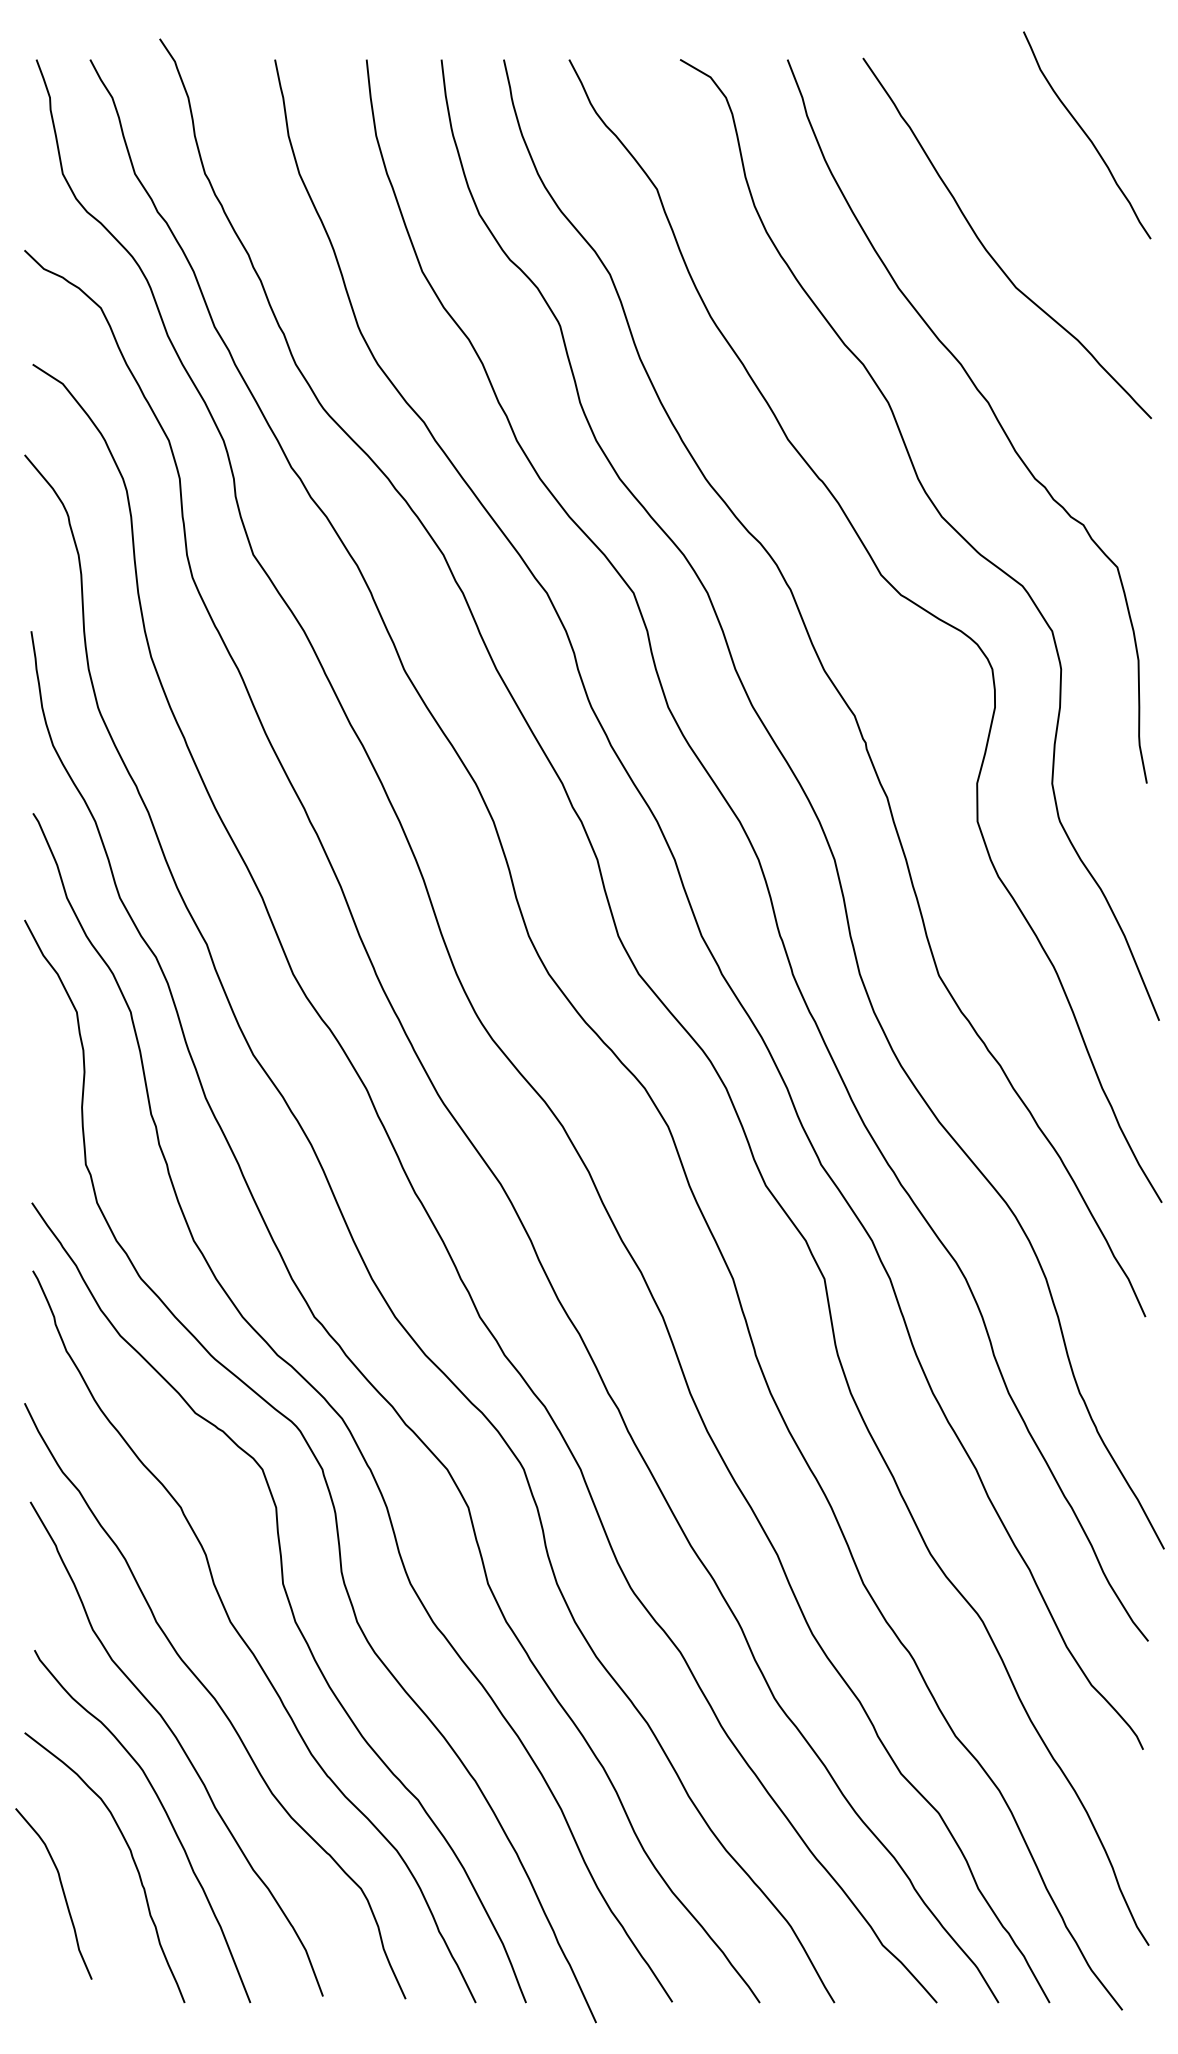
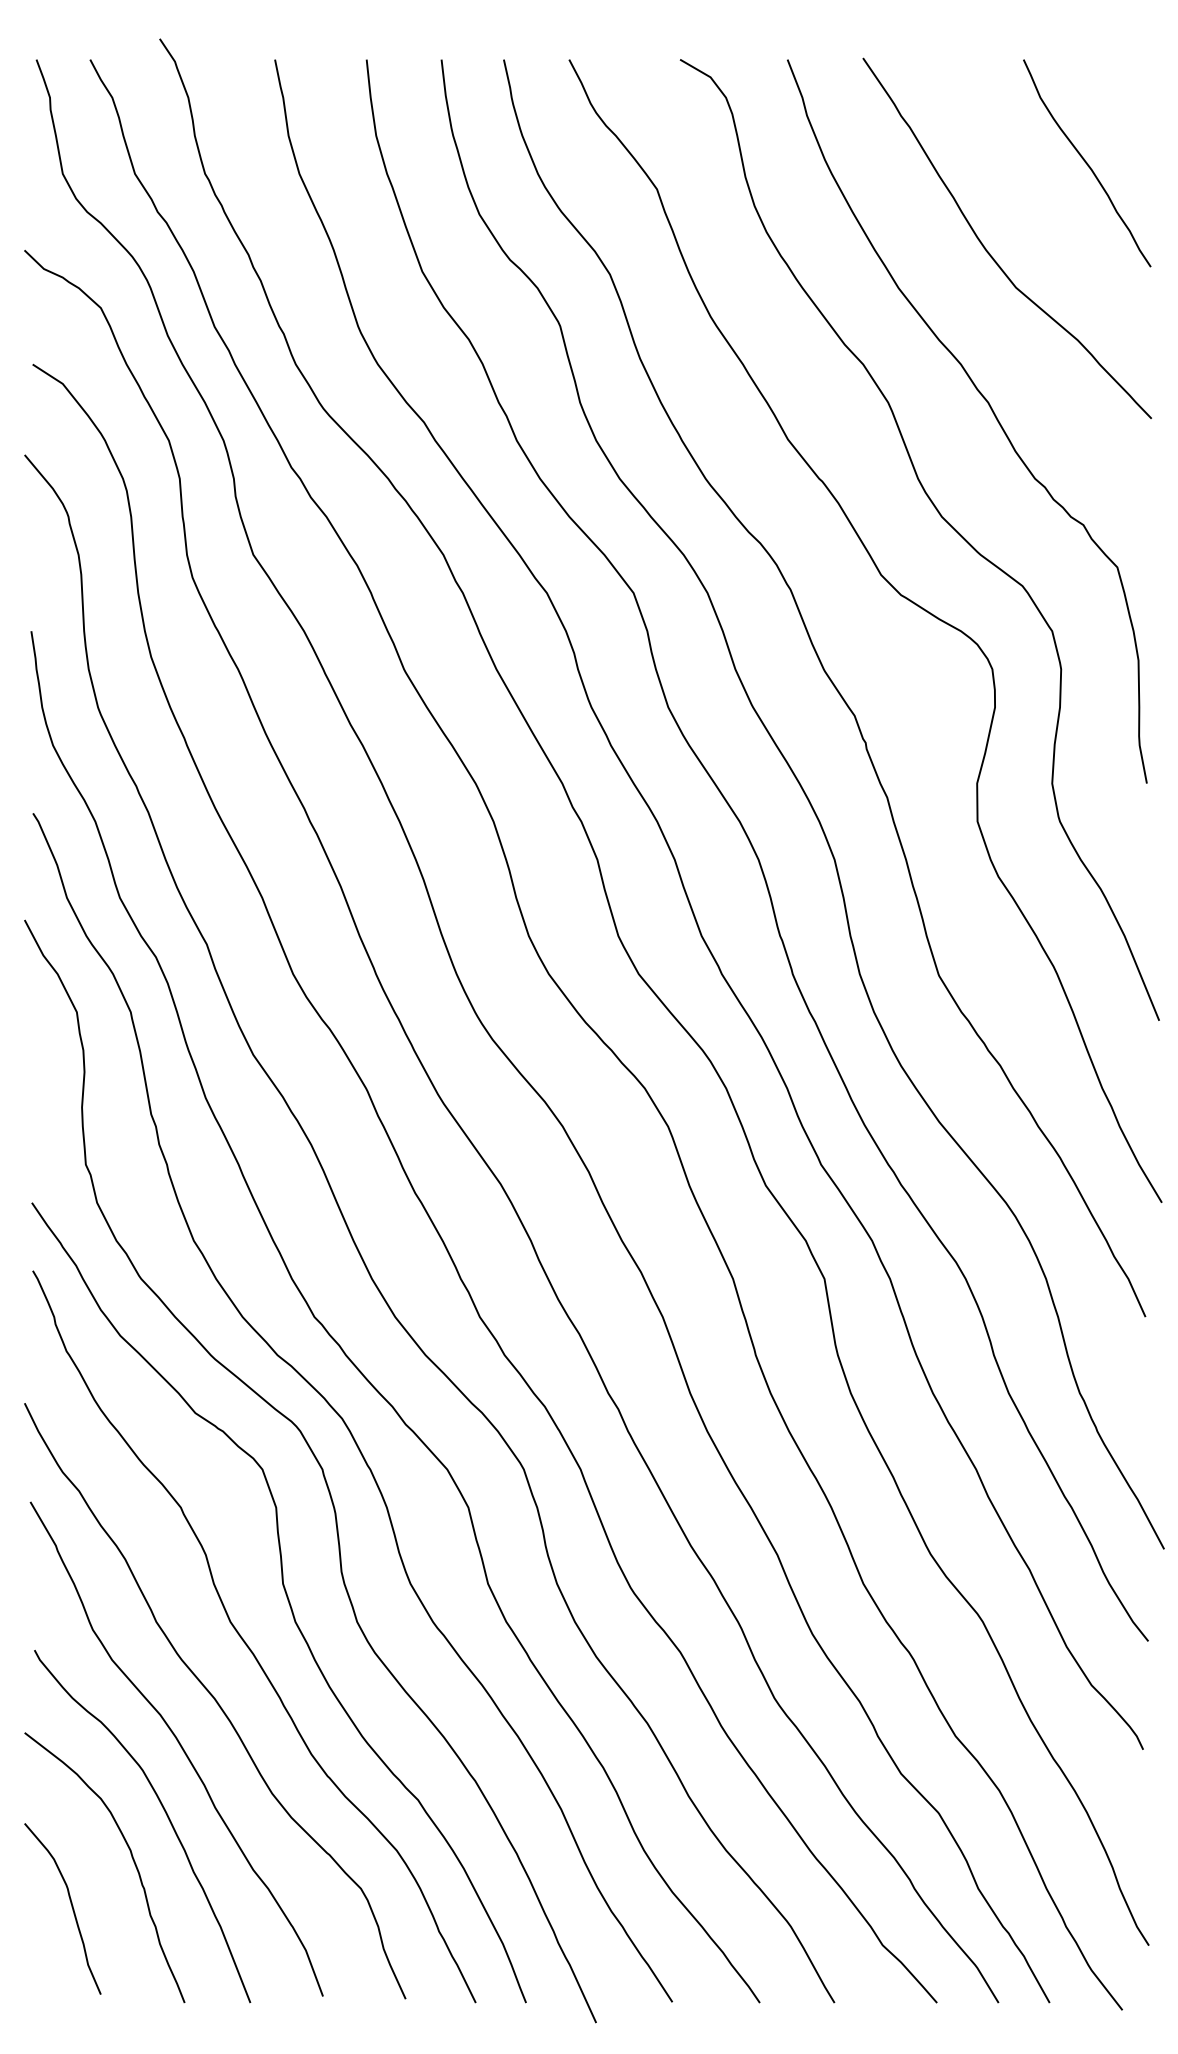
curve at (1087, 135) position: (1087, 135) -> (1087, 163)
curve at (62, 1892) position: (62, 1892) -> (71, 1907)
